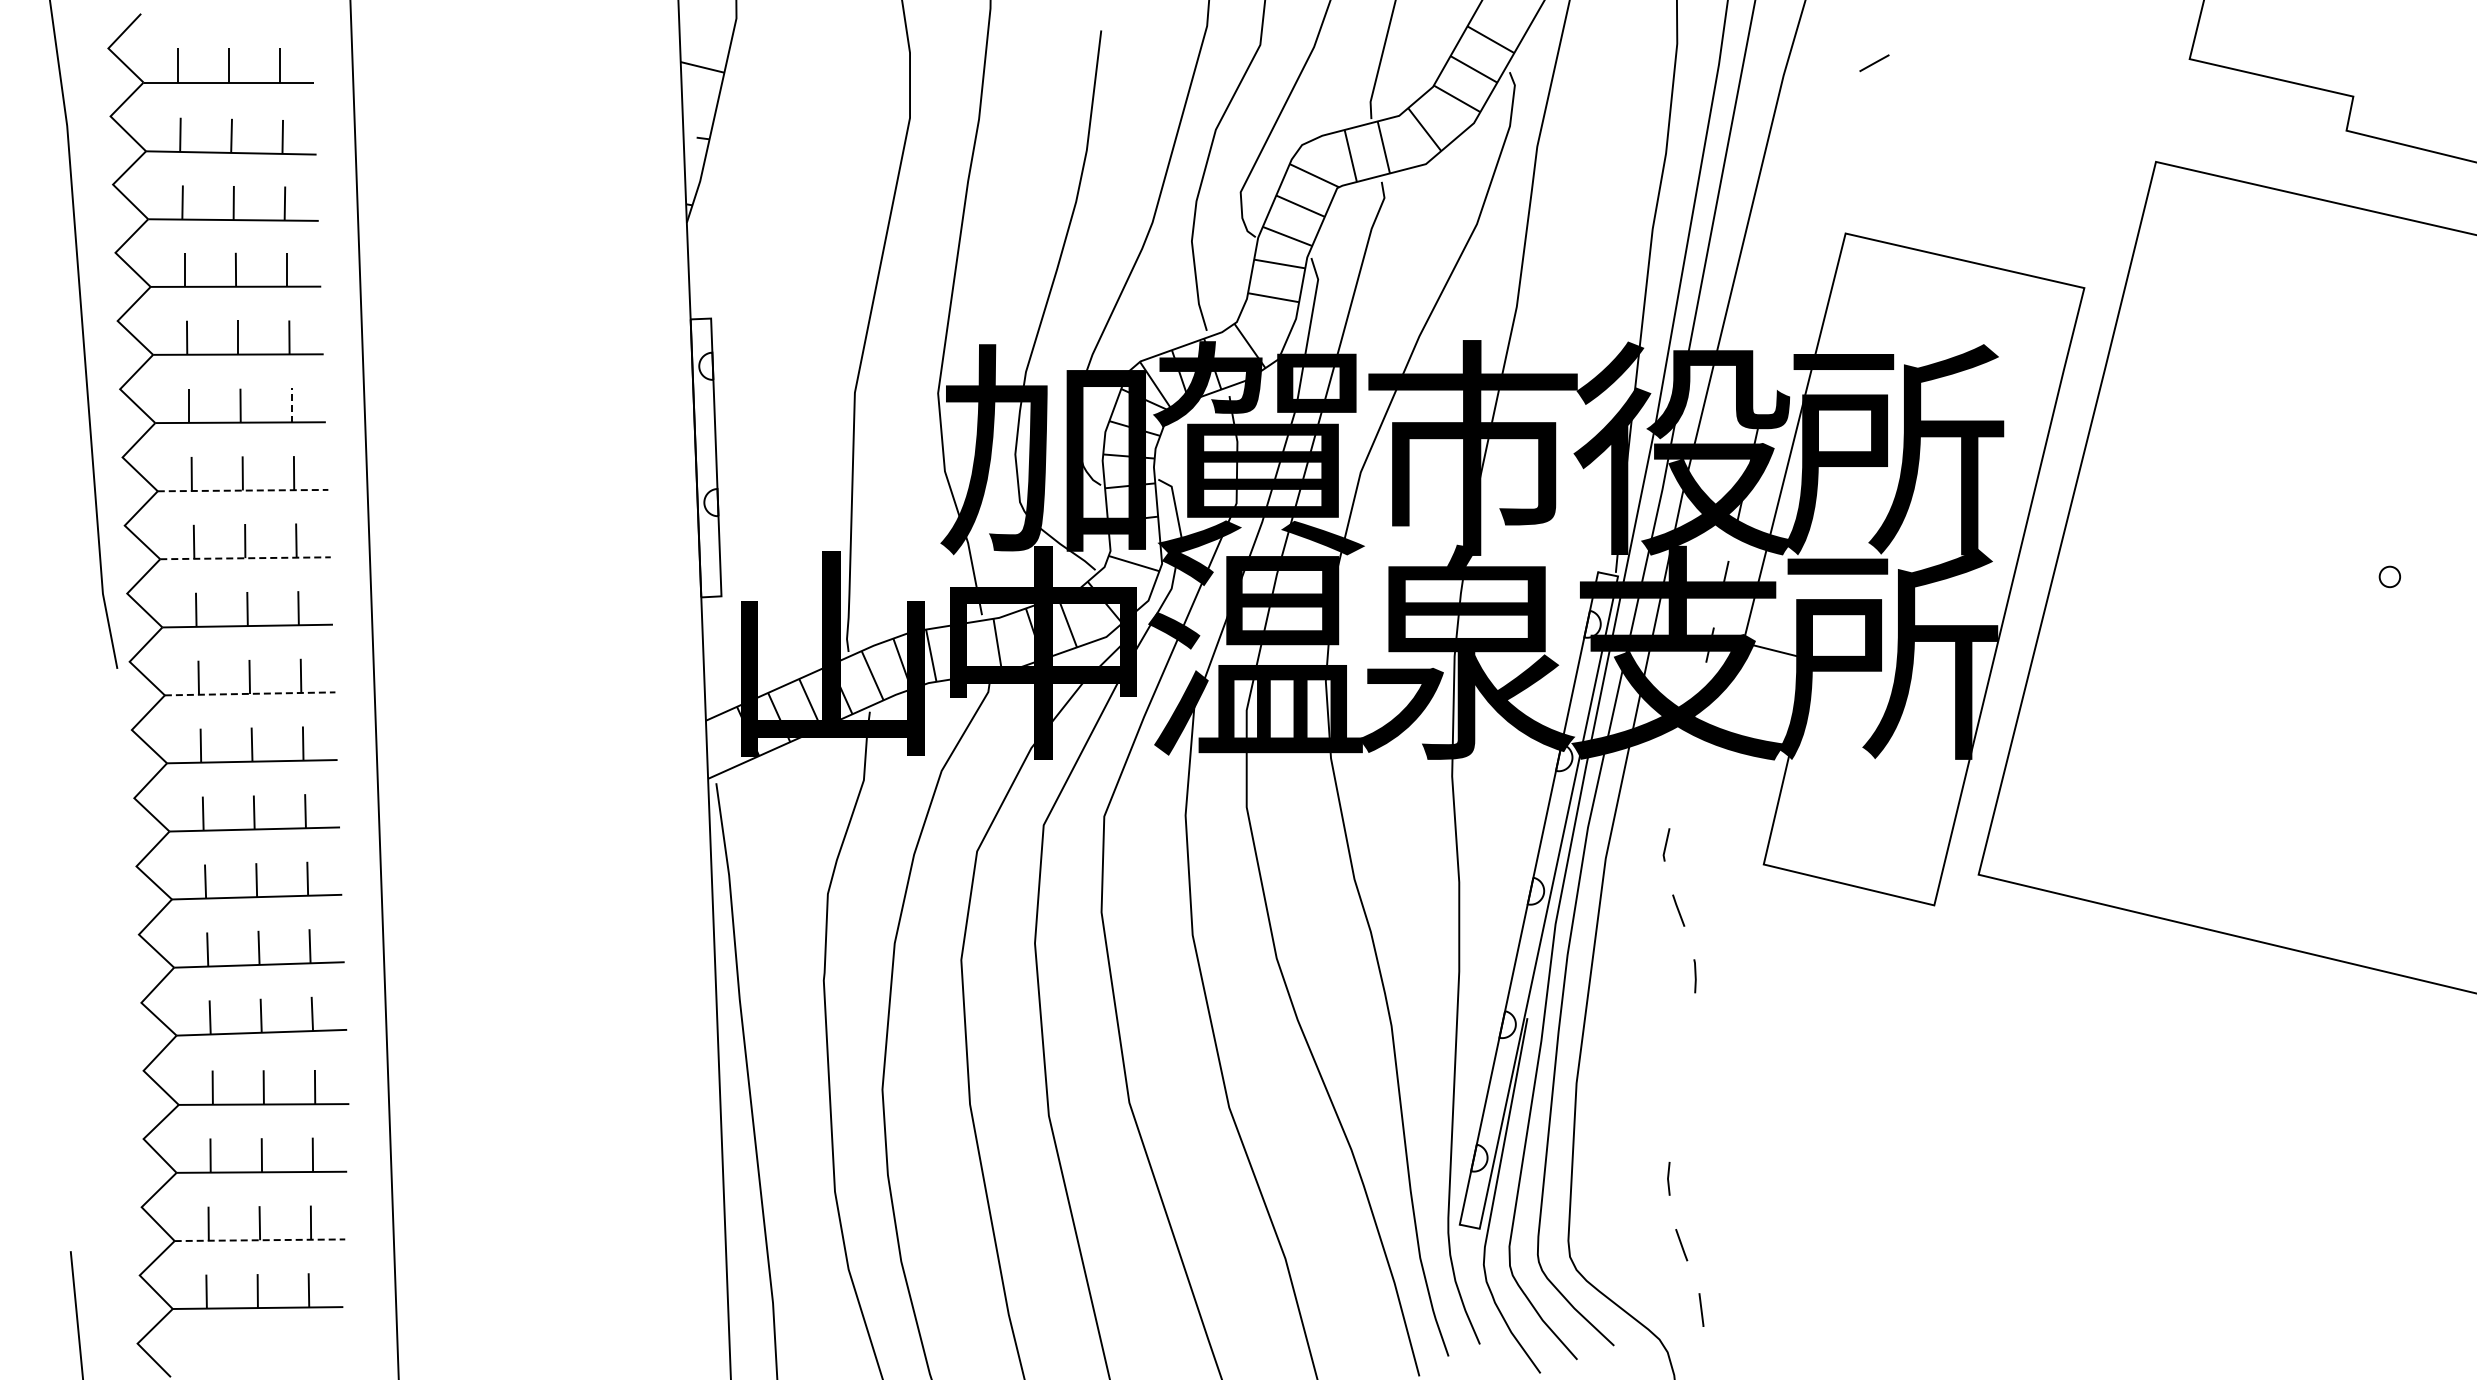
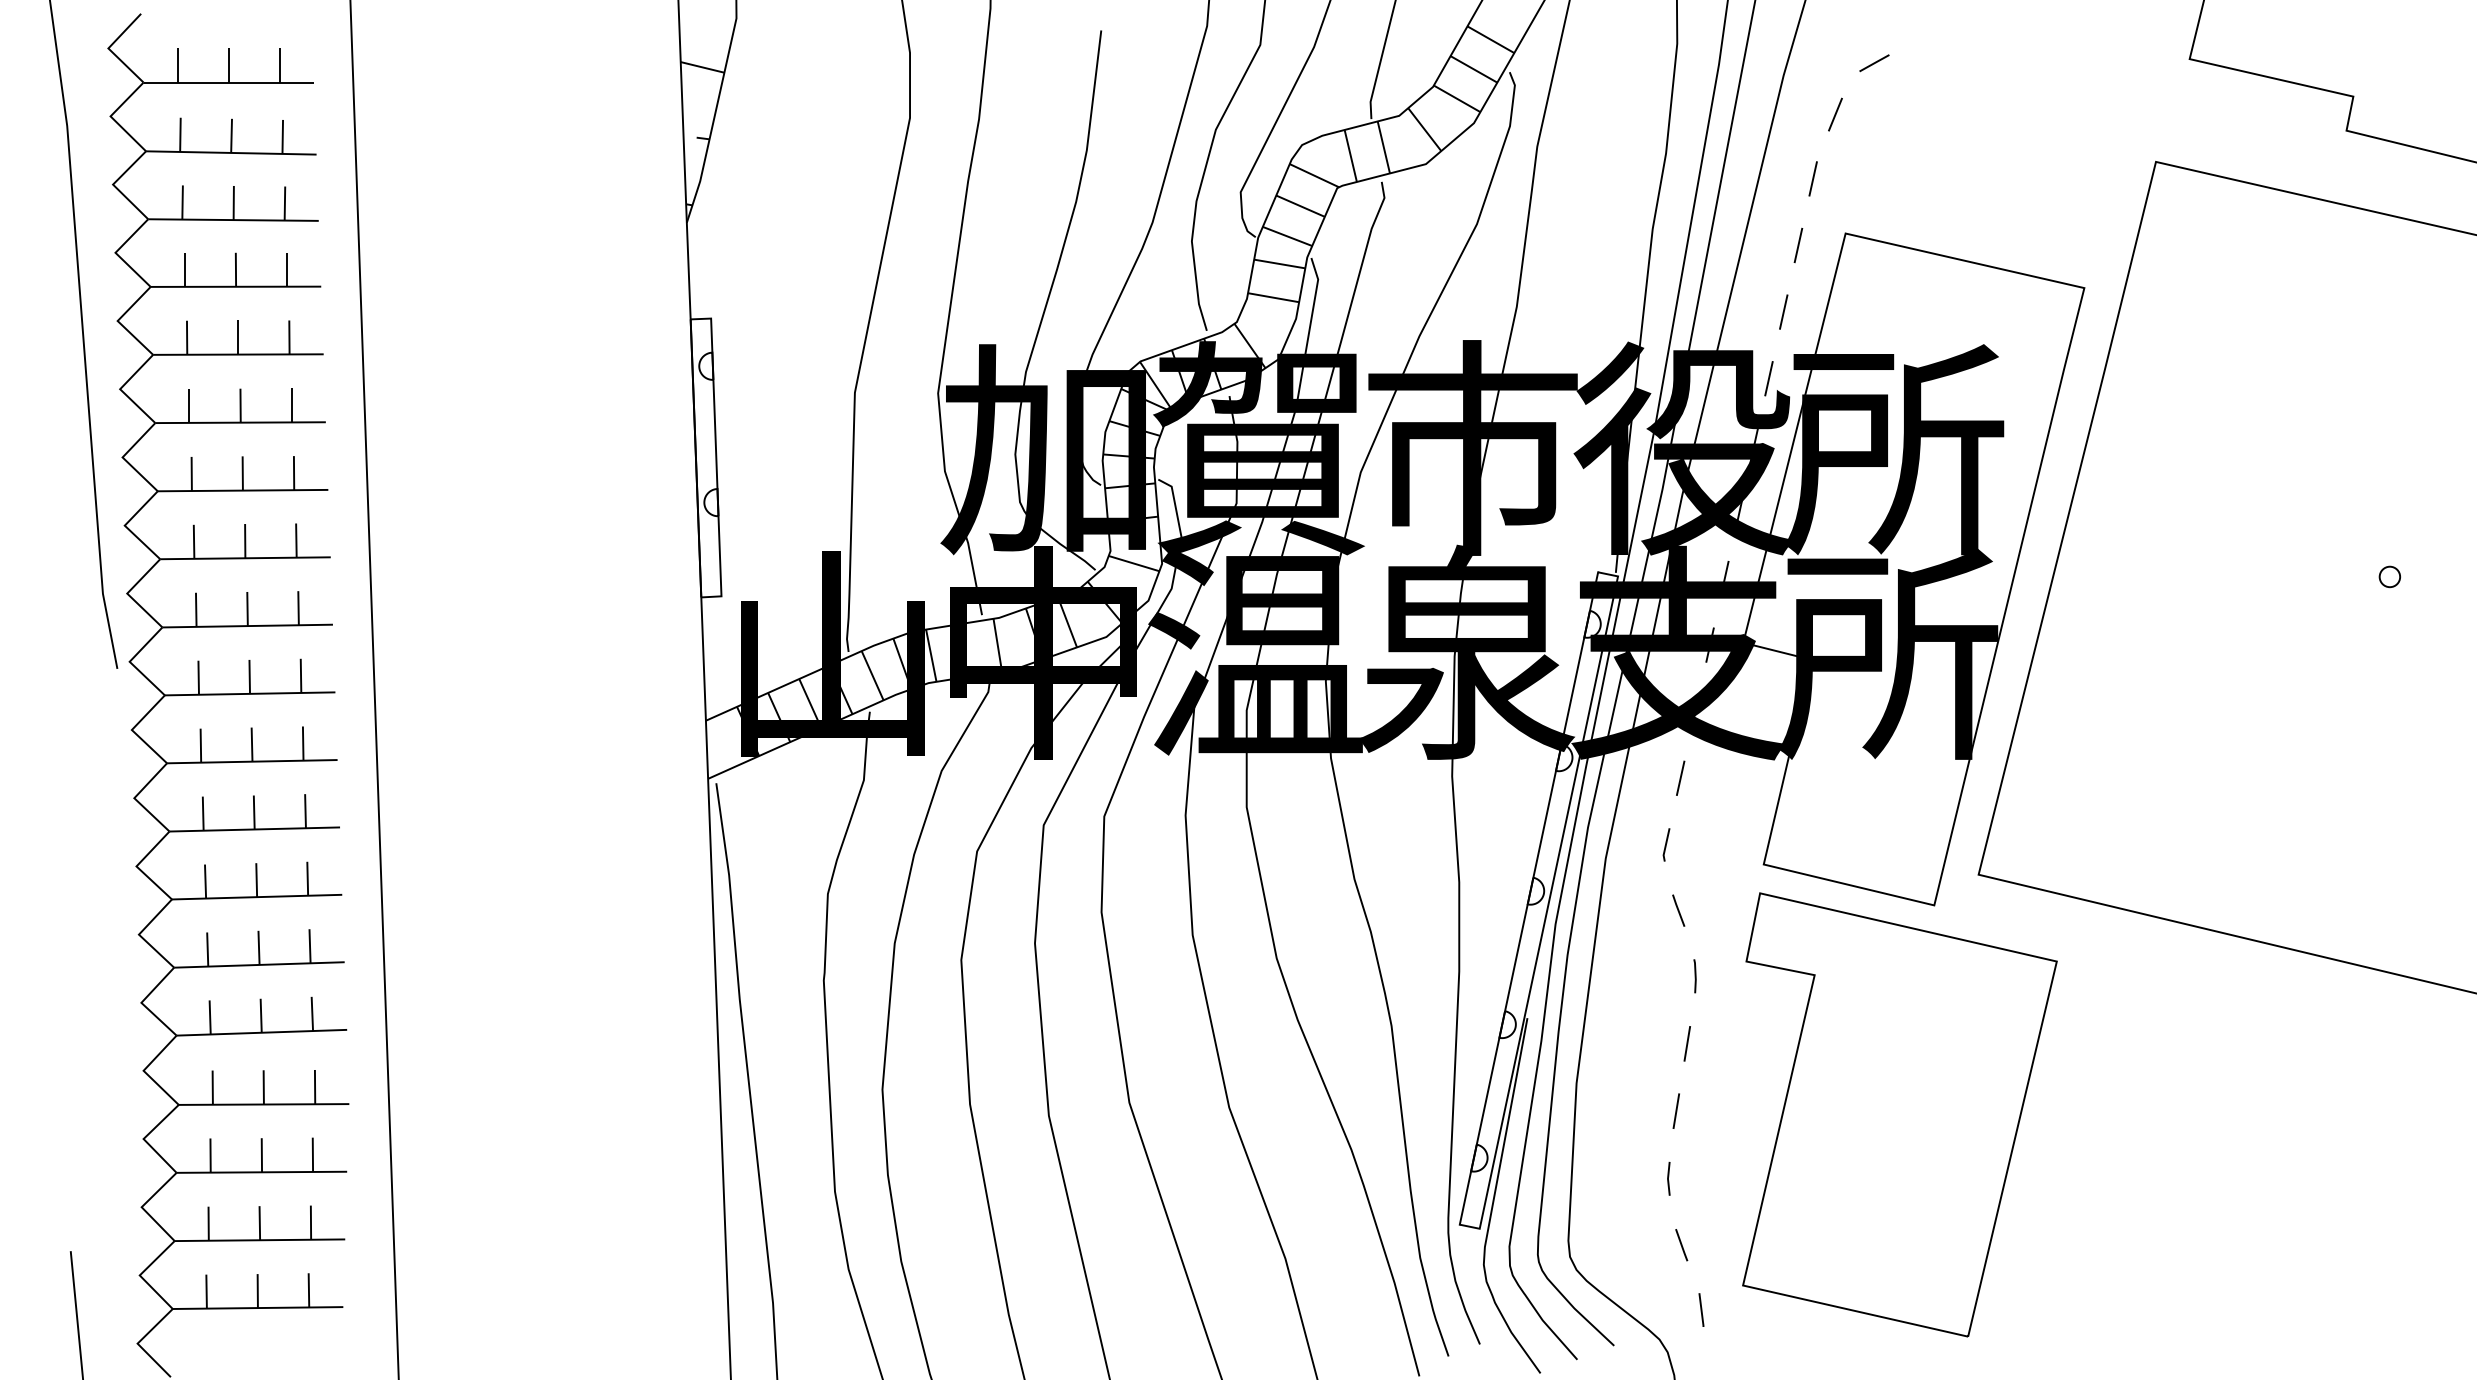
line at (1835, 114): none -> present
line at (1812, 178): none -> present
line at (1798, 245): none -> present
line at (1783, 311): none -> present
line at (1768, 378): none -> present
line at (291, 404): dashed -> solid
line at (243, 490): dashed -> solid
line at (246, 558): dashed -> solid
line at (250, 693): dashed -> solid
line at (1680, 777): none -> present
line at (1687, 1043): none -> present
line at (1676, 1111): none -> present
part at (1899, 1114): none -> present
line at (260, 1240): dashed -> solid
